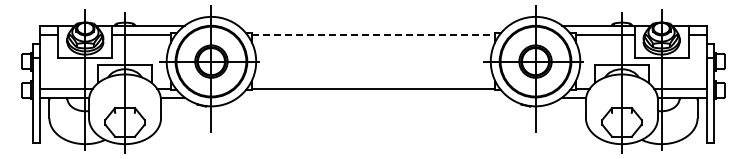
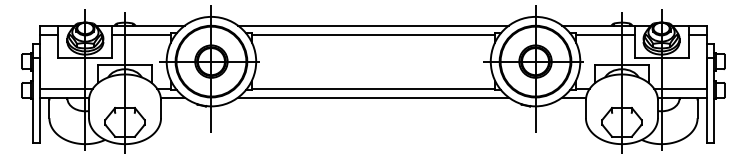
line at (373, 25): none -> present
line at (373, 34): dashed -> solid
line at (373, 97): none -> present
